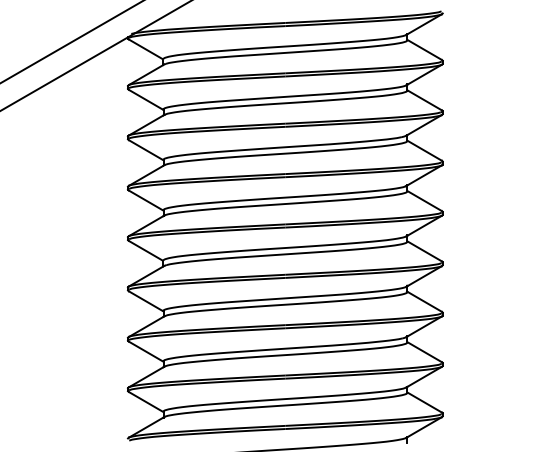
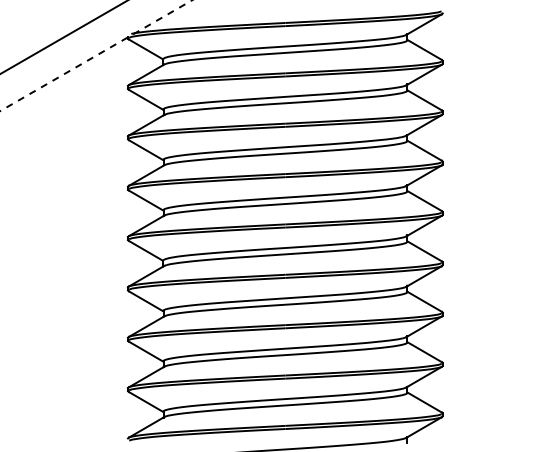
line at (71, 42) position: (71, 42) -> (63, 37)
line at (96, 55): solid -> dashed
